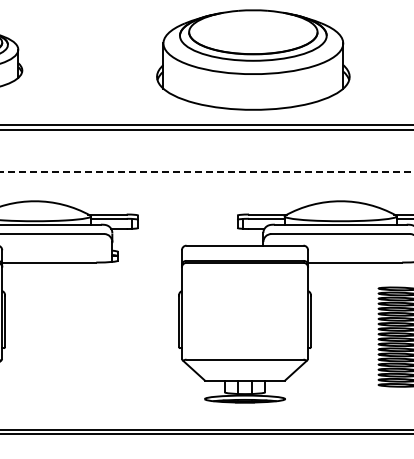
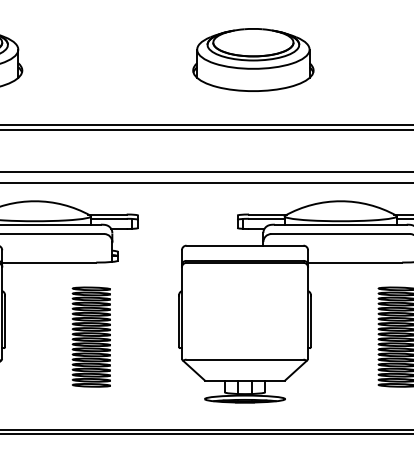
part at (253, 59) size: 195x102 px -> 123x64 px
line at (206, 171): dashed -> solid
line at (206, 183): none -> present
part at (90, 336): none -> present
